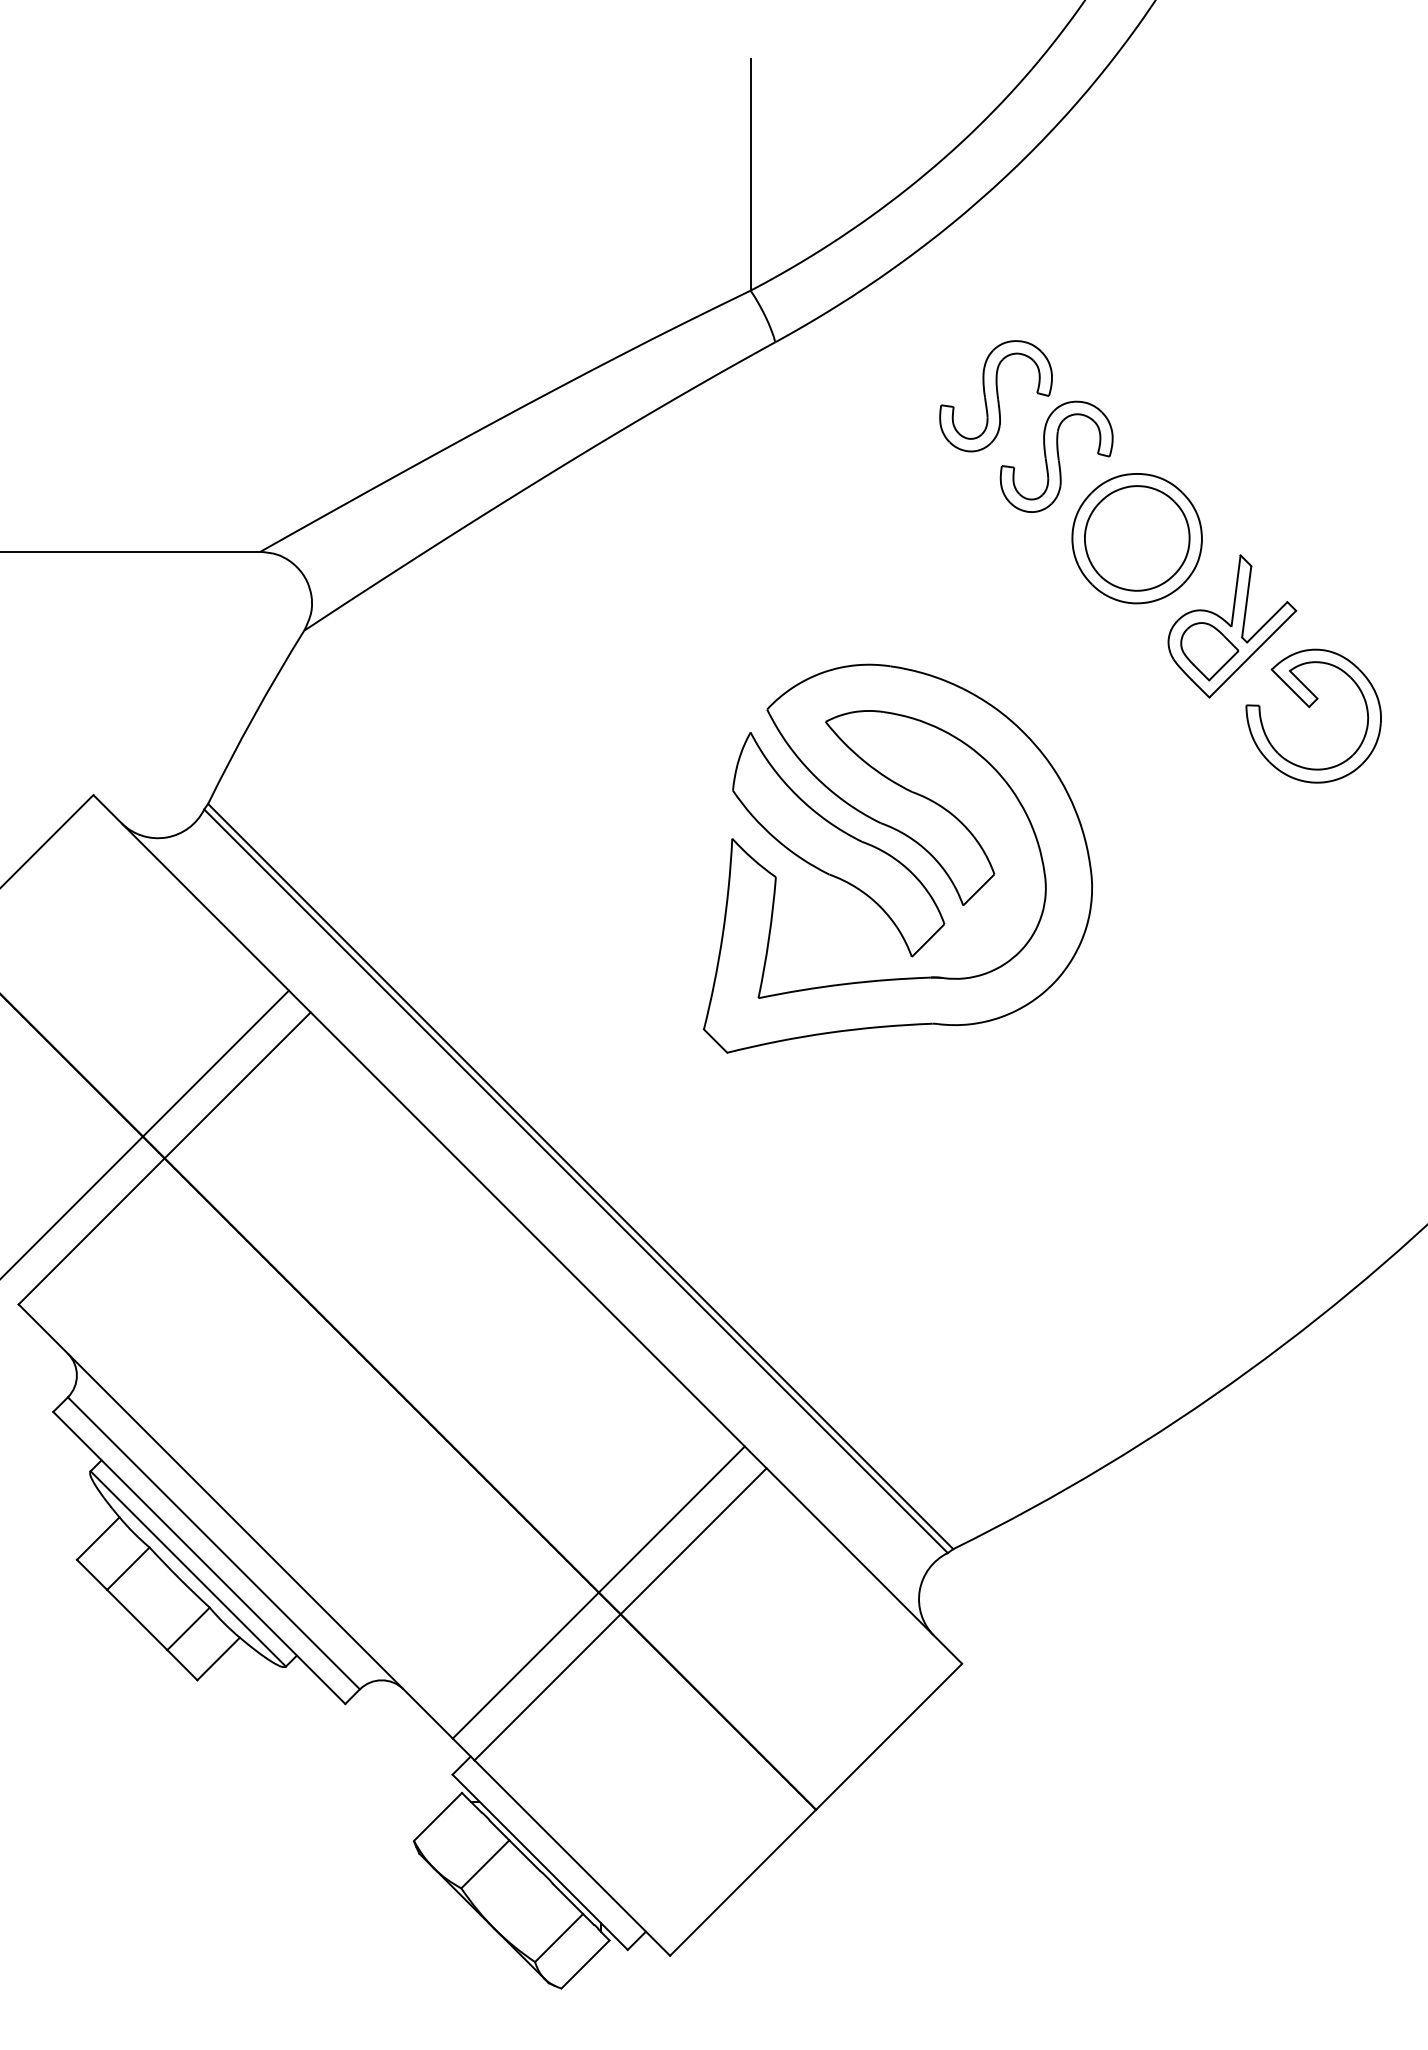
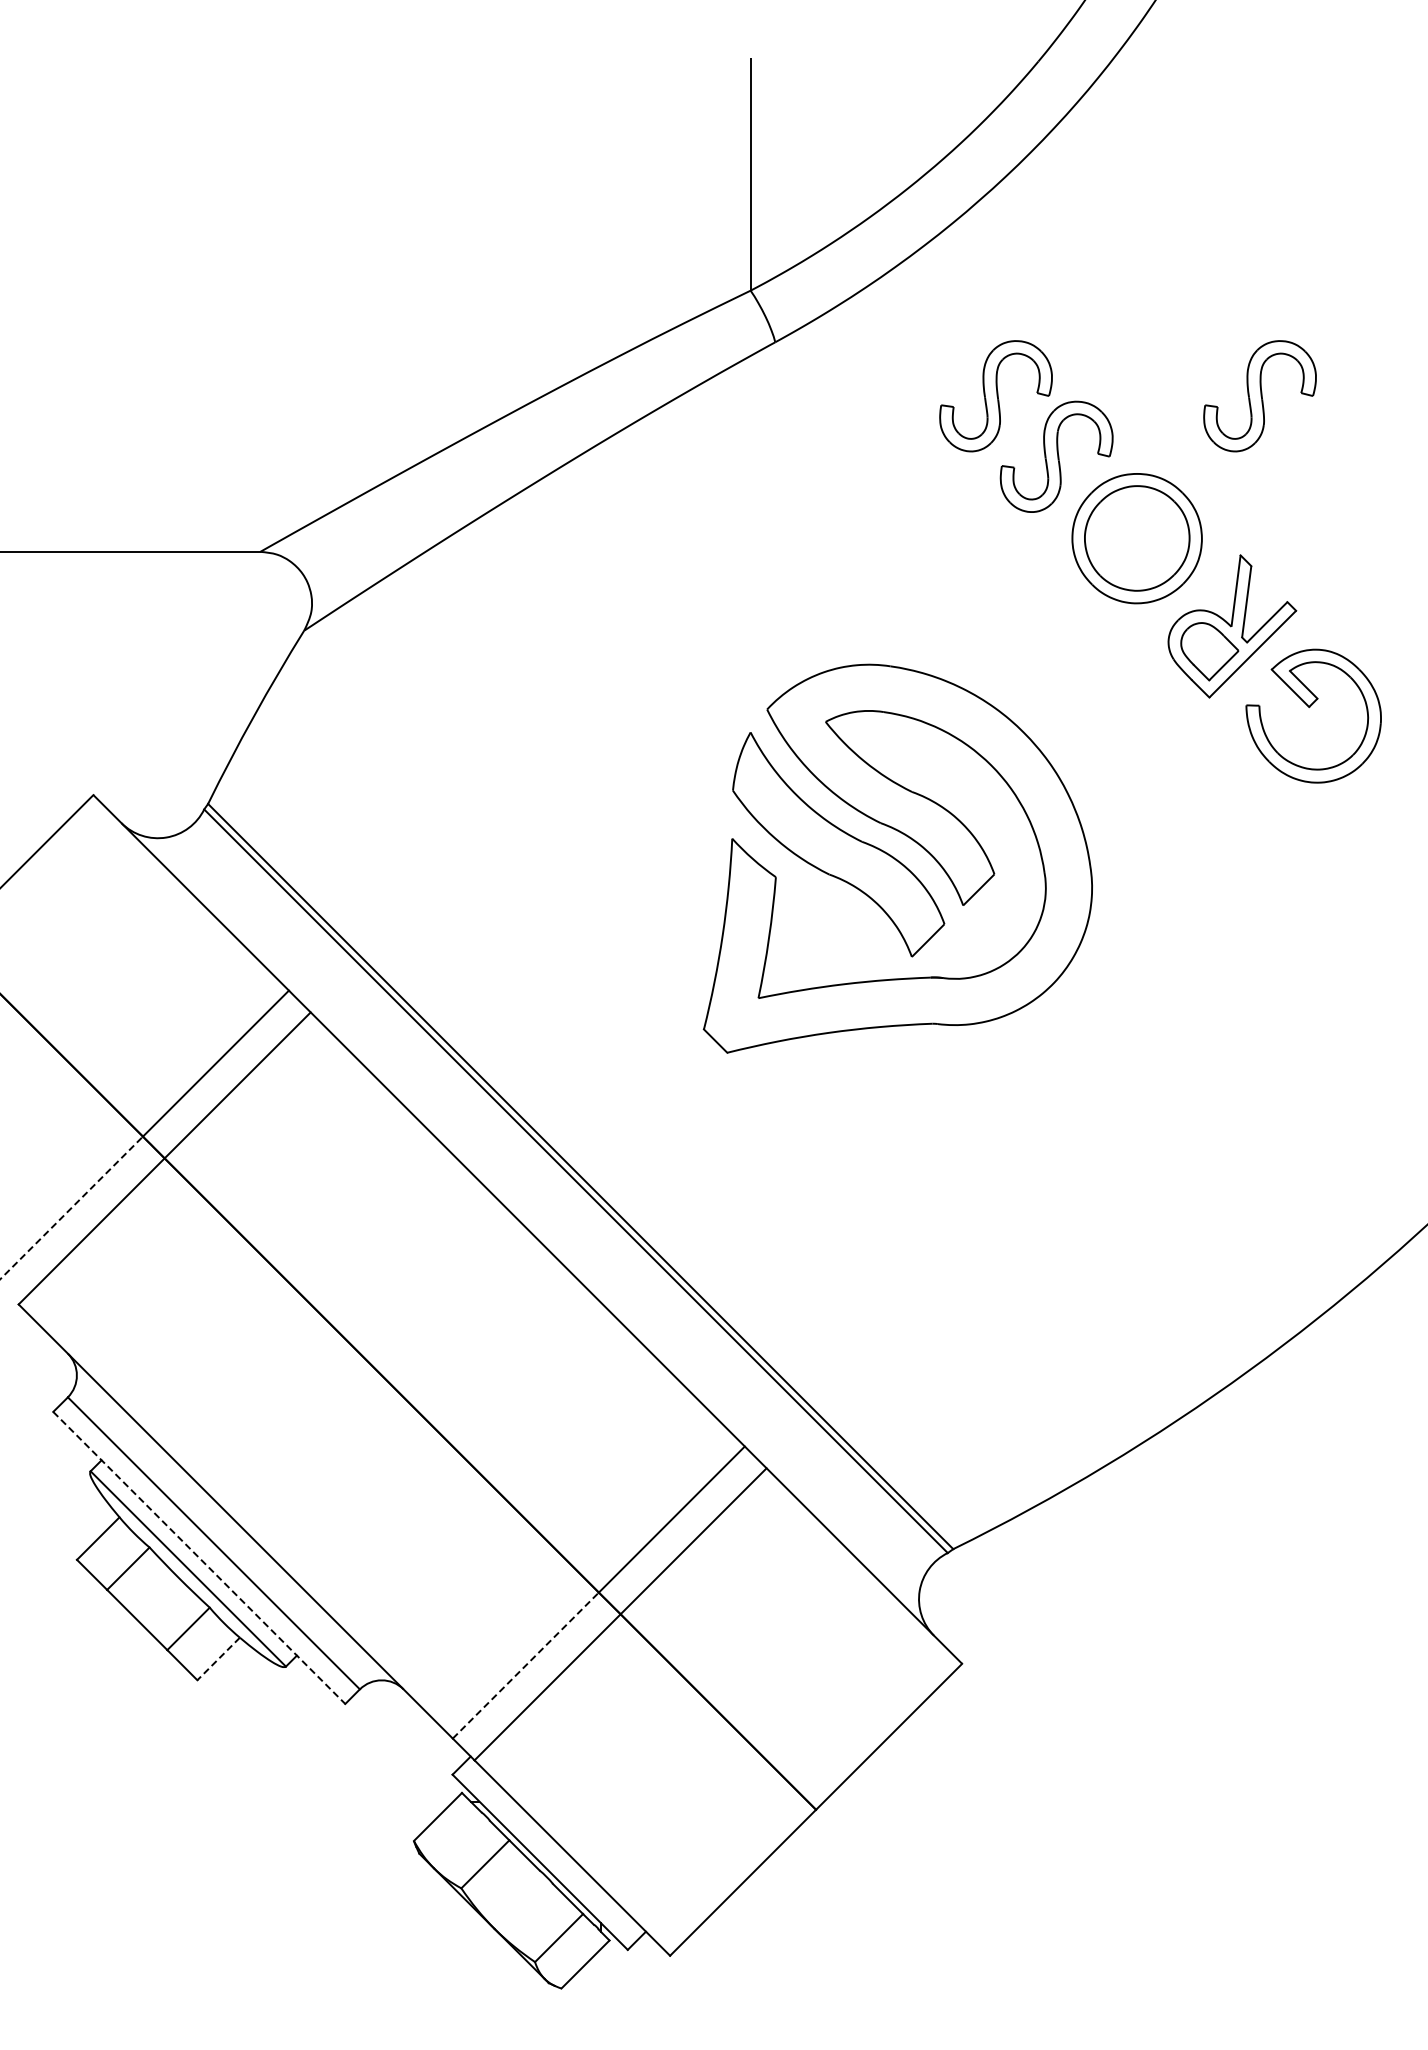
part at (1259, 396): none -> present
line at (71, 1207): solid -> dashed
line at (199, 1557): solid -> dashed
line at (218, 1659): solid -> dashed
line at (526, 1665): solid -> dashed
